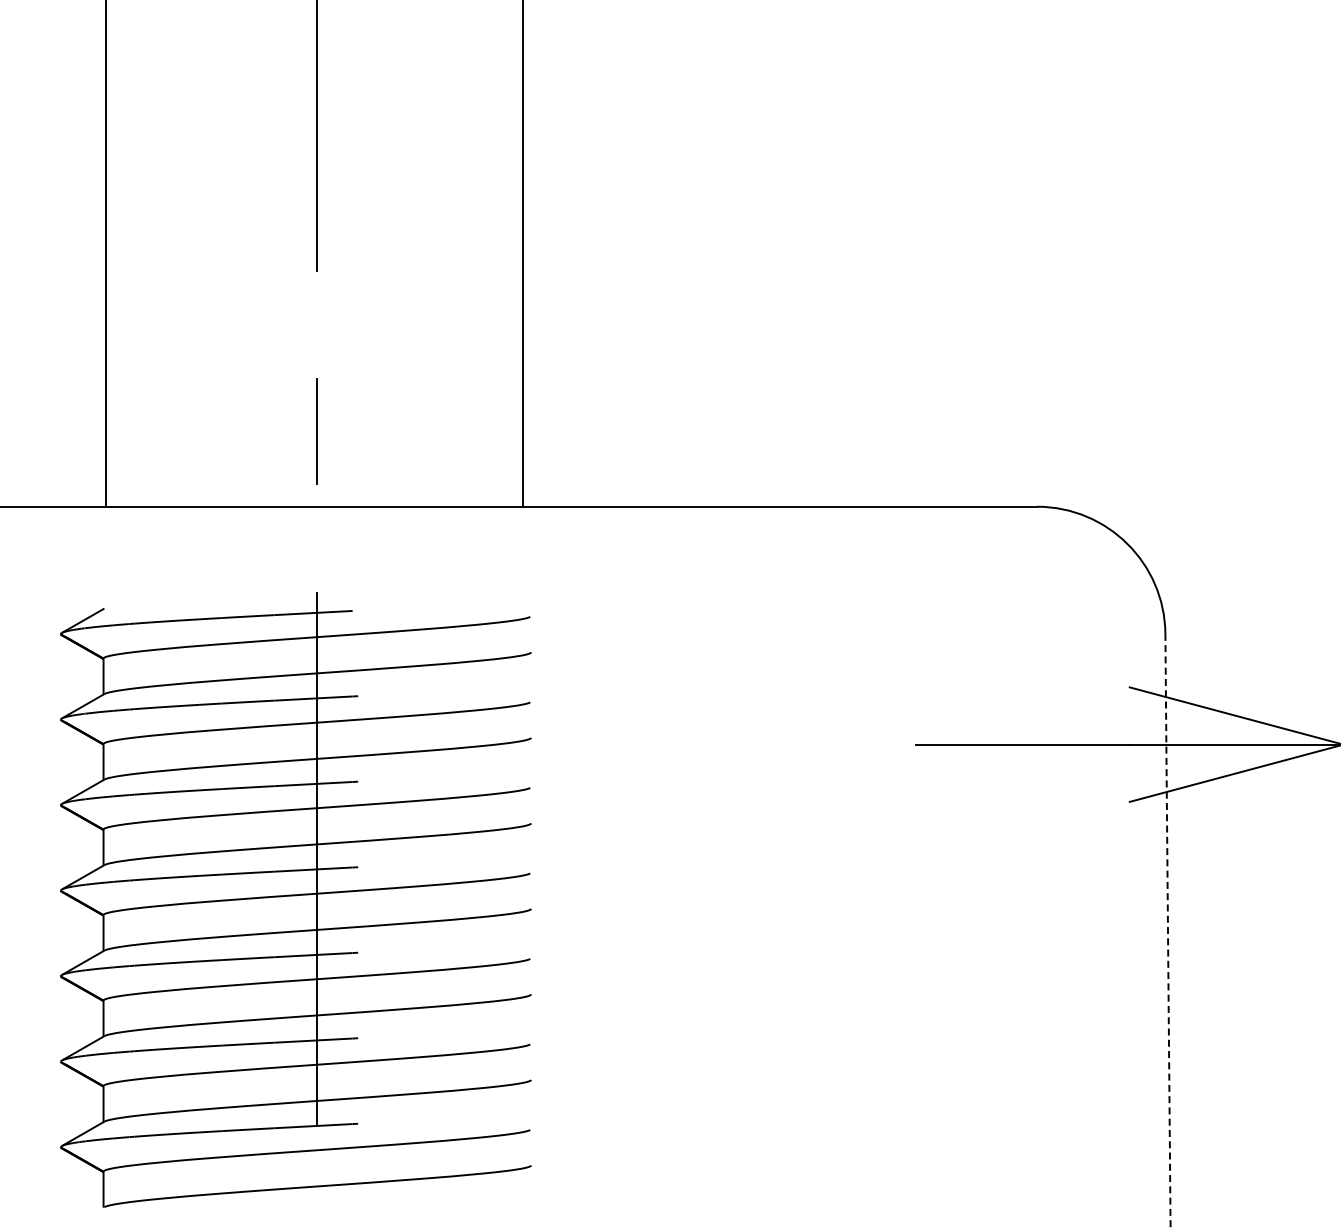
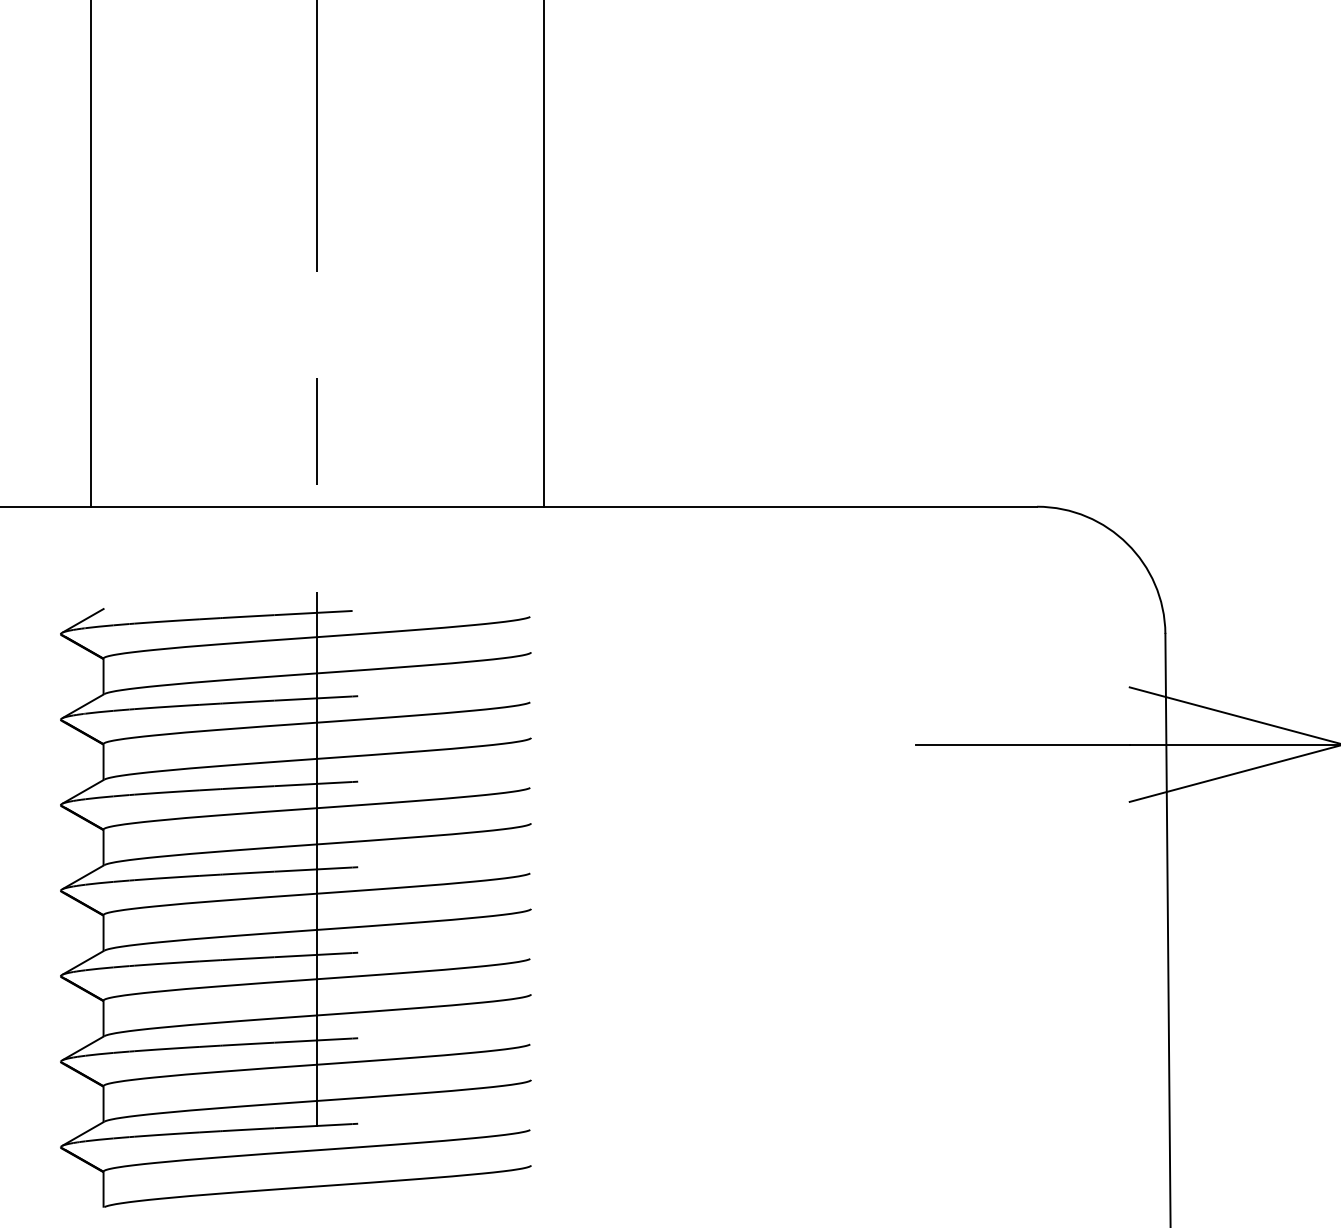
line at (105, 254) position: (105, 254) -> (90, 254)
line at (522, 254) position: (522, 254) -> (543, 254)
line at (1167, 930): dashed -> solid
